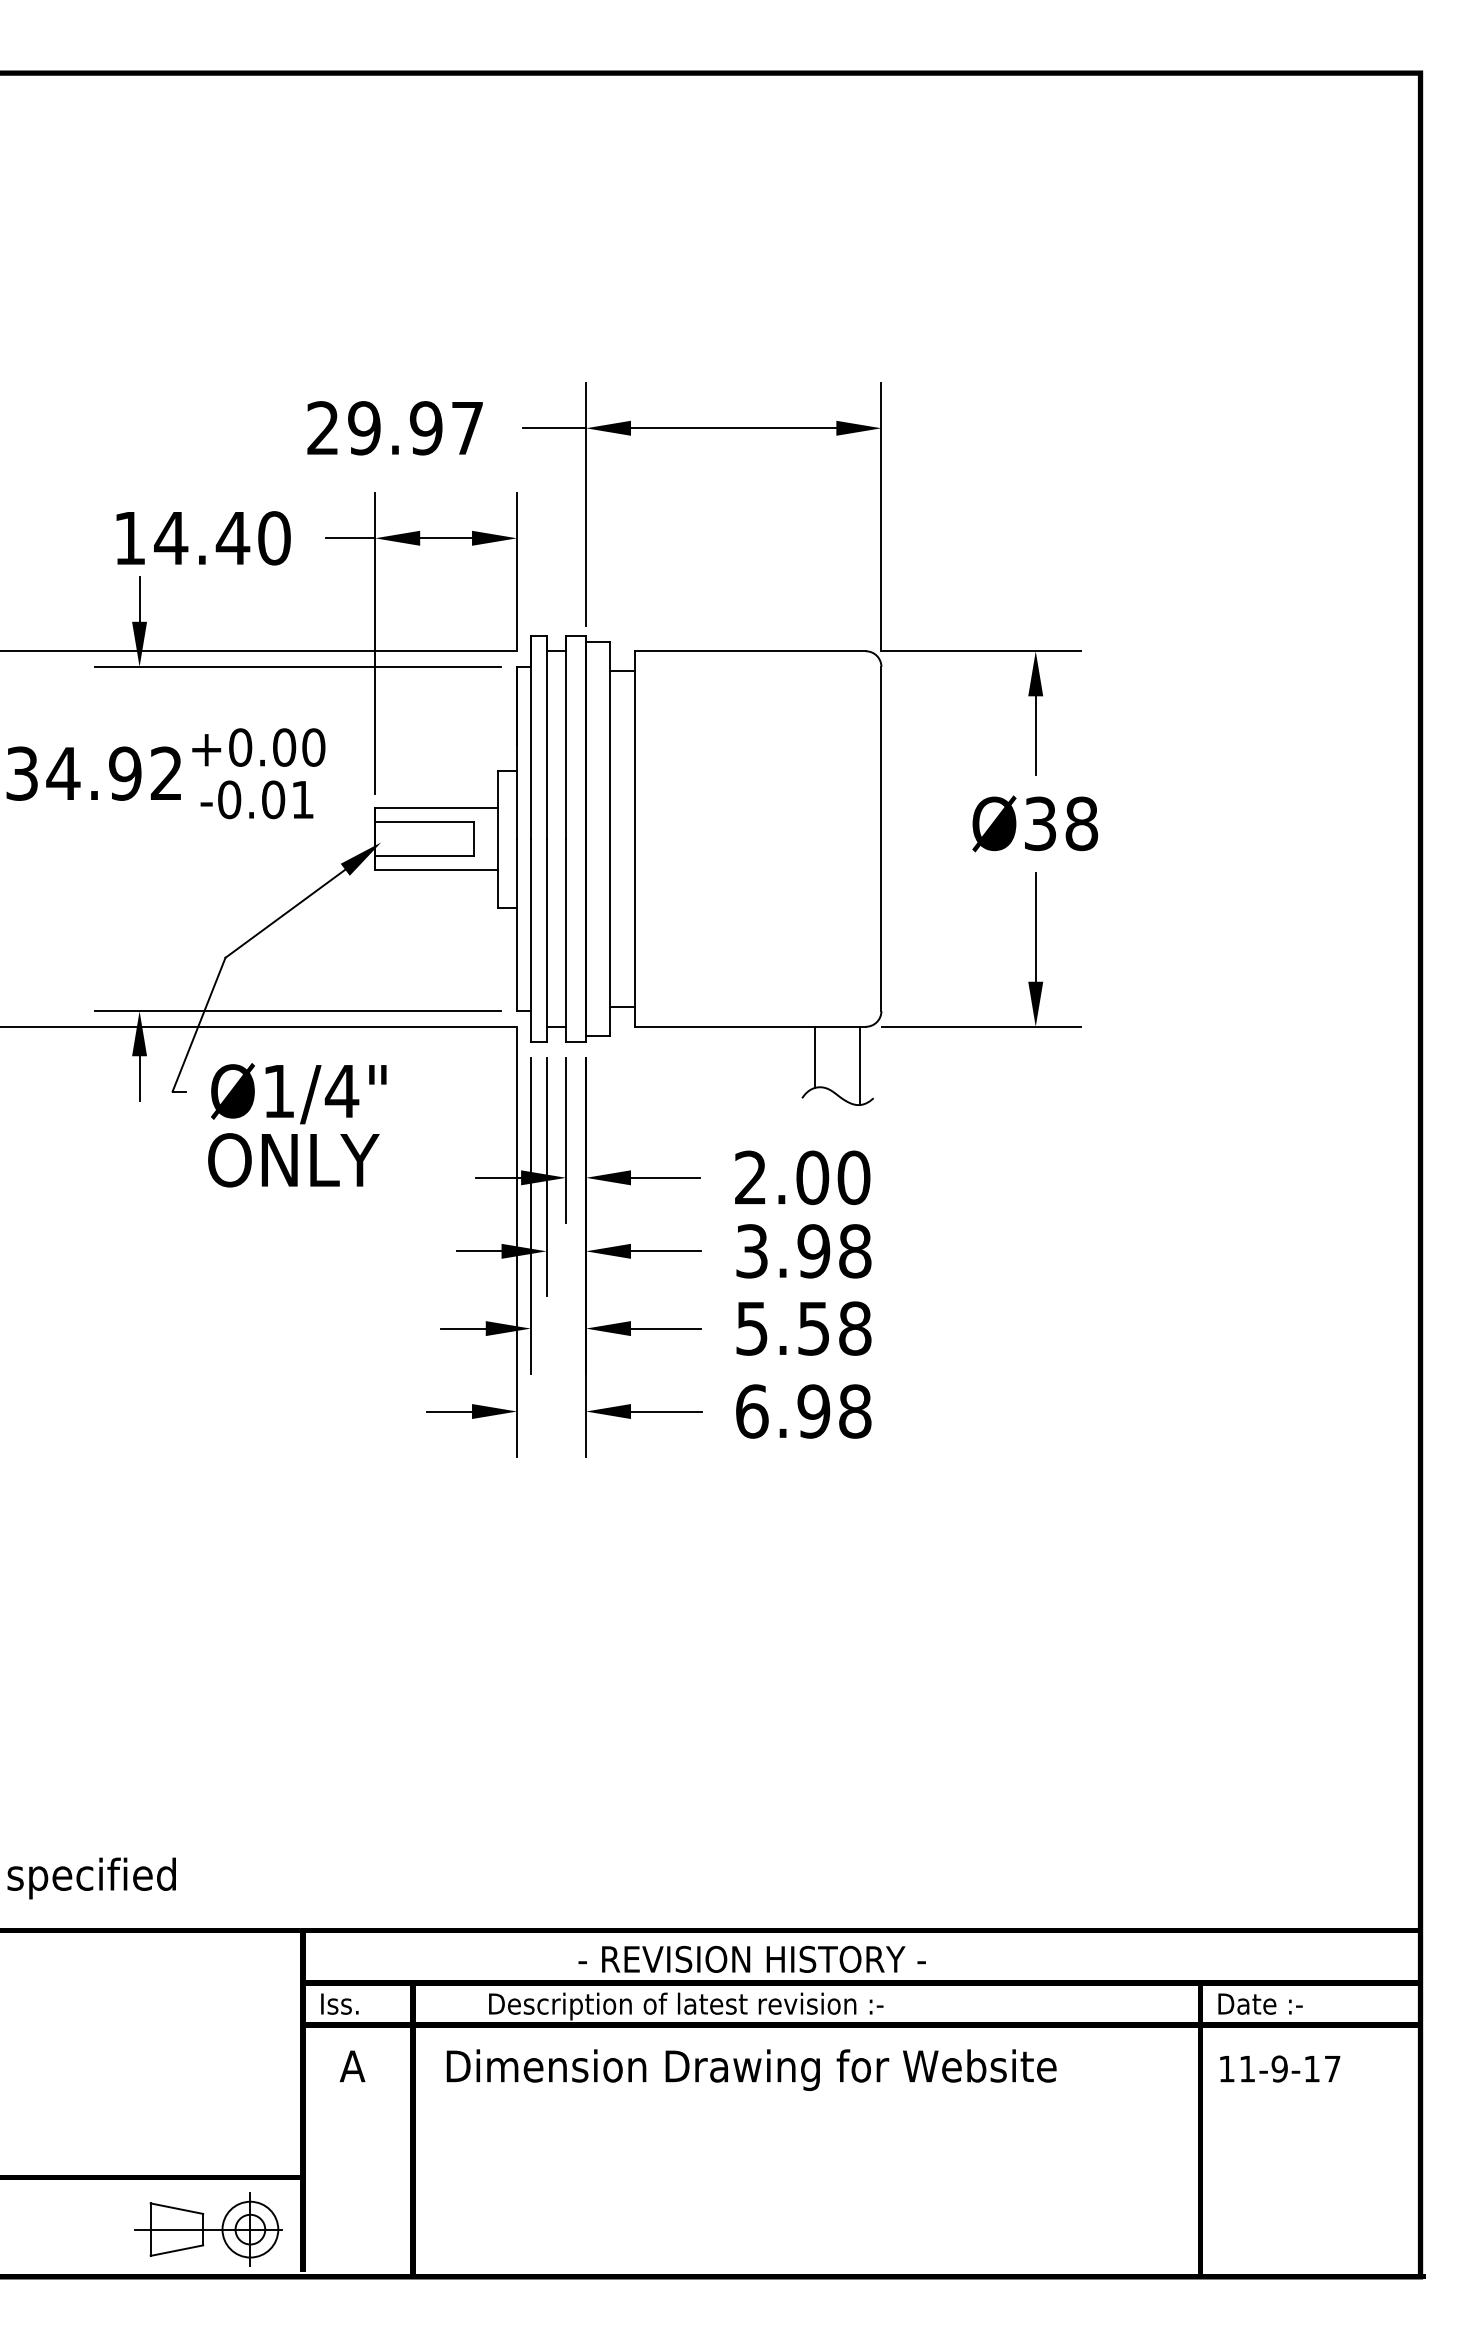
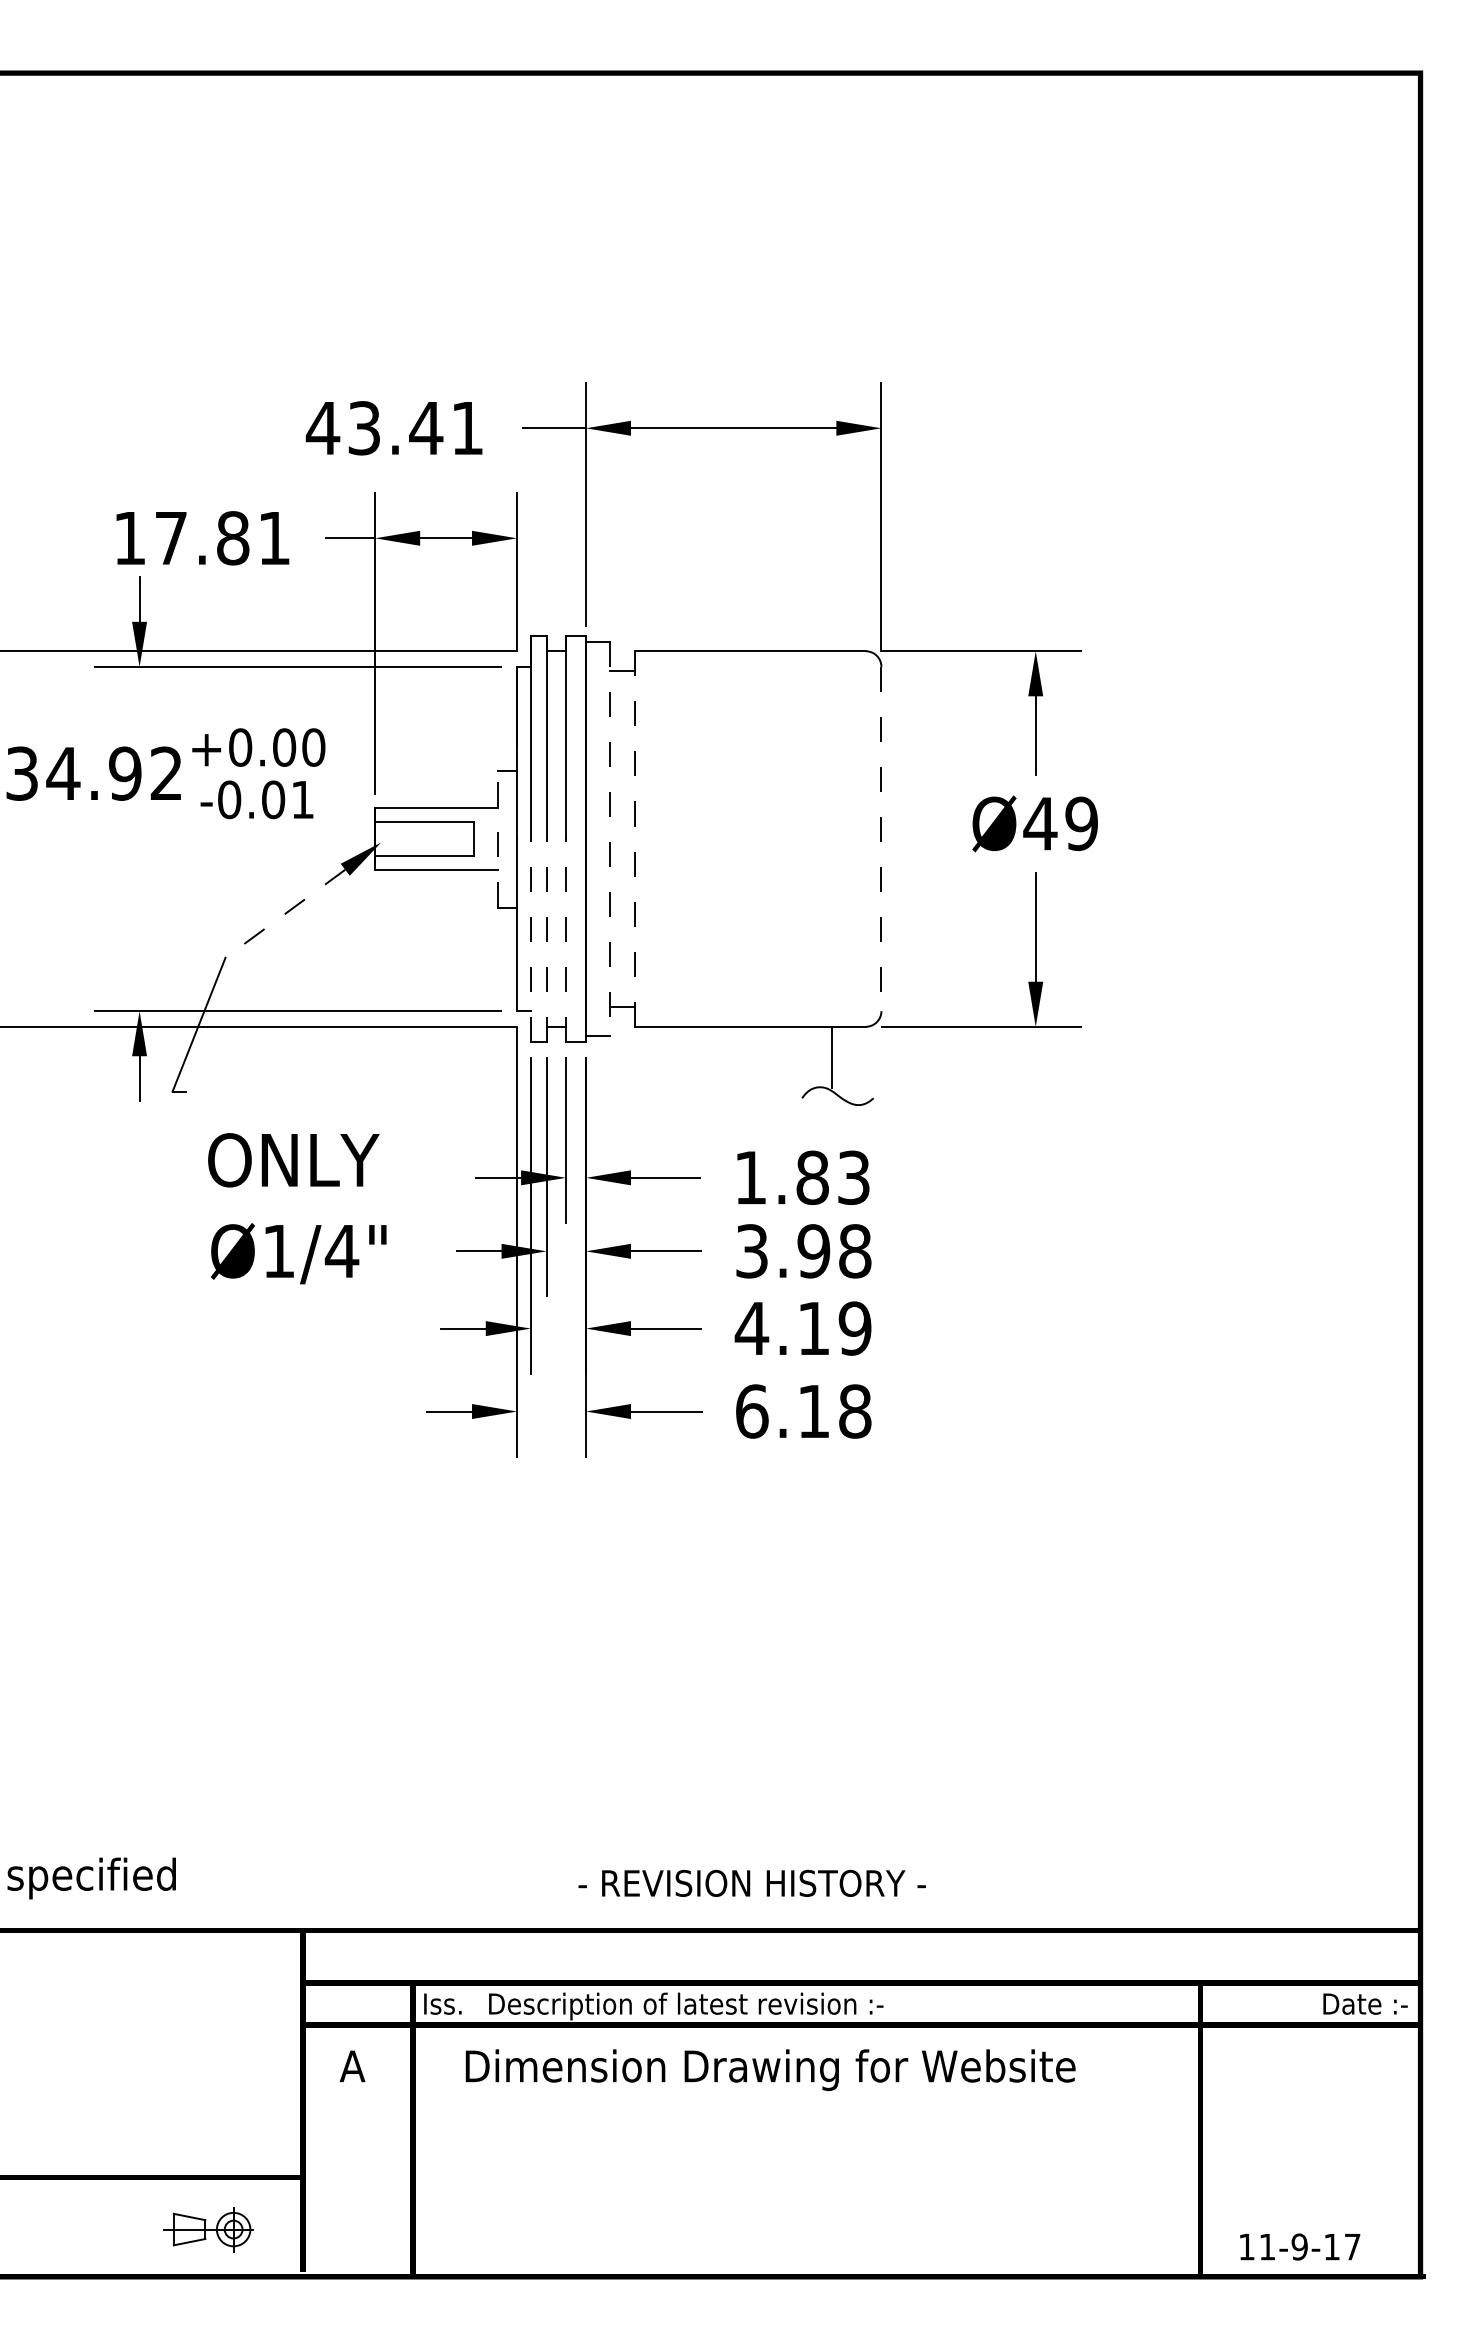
text at (393, 428): 29.97 -> 43.41
text at (222, 538): 14.40 -> 17.81
text at (1060, 823): Ø38 -> Ø49
line at (498, 838): solid -> dashed
line at (610, 839): solid -> dashed
line at (635, 839): solid -> dashed
line at (881, 839): solid -> dashed
line at (284, 914): solid -> dashed
line at (530, 940): solid -> dashed
line at (546, 940): solid -> dashed
line at (566, 940): solid -> dashed
line at (814, 1057) position: (814, 1057) -> (831, 1057)
line at (860, 1065): present -> none
text at (298, 1093) position: (298, 1093) -> (298, 1253)
text at (802, 1177): 2.00 -> 1.83
text at (802, 1328): 5.58 -> 4.19
text at (813, 1411): 6.98 -> 6.18
text at (751, 1958) position: (751, 1958) -> (751, 1882)
text at (339, 2003) position: (339, 2003) -> (442, 2003)
text at (1260, 2003) position: (1260, 2003) -> (1365, 2003)
text at (1280, 2068) position: (1280, 2068) -> (1300, 2246)
text at (751, 2069) position: (751, 2069) -> (770, 2069)
part at (208, 2229) size: 149x75 px -> 91x46 px
